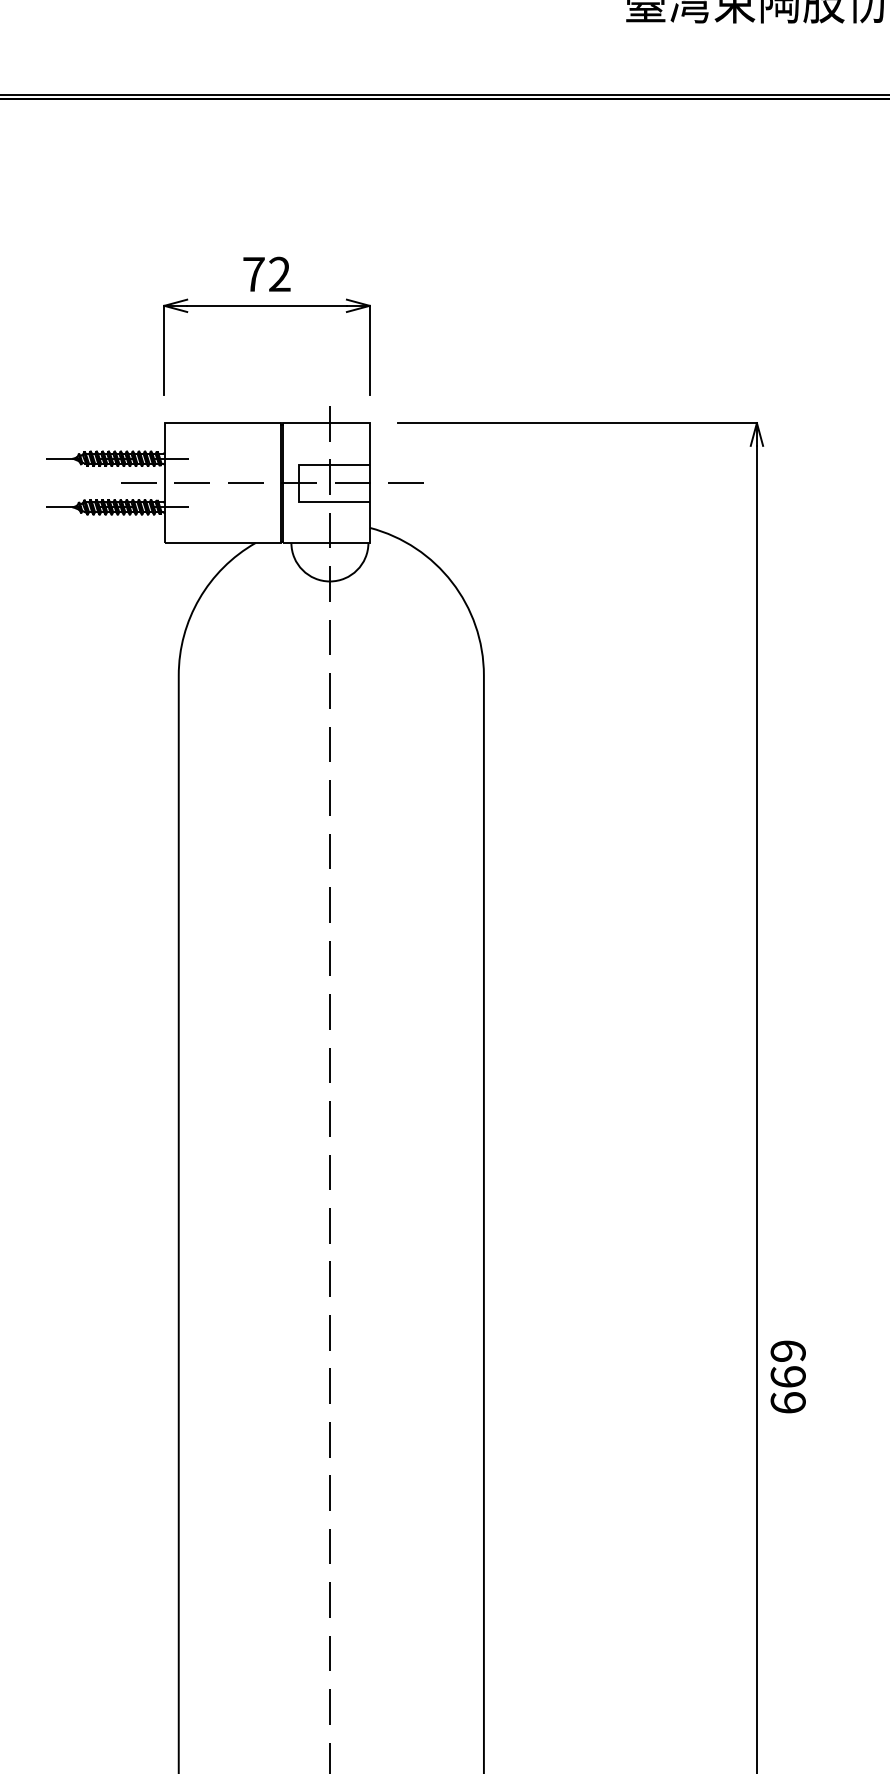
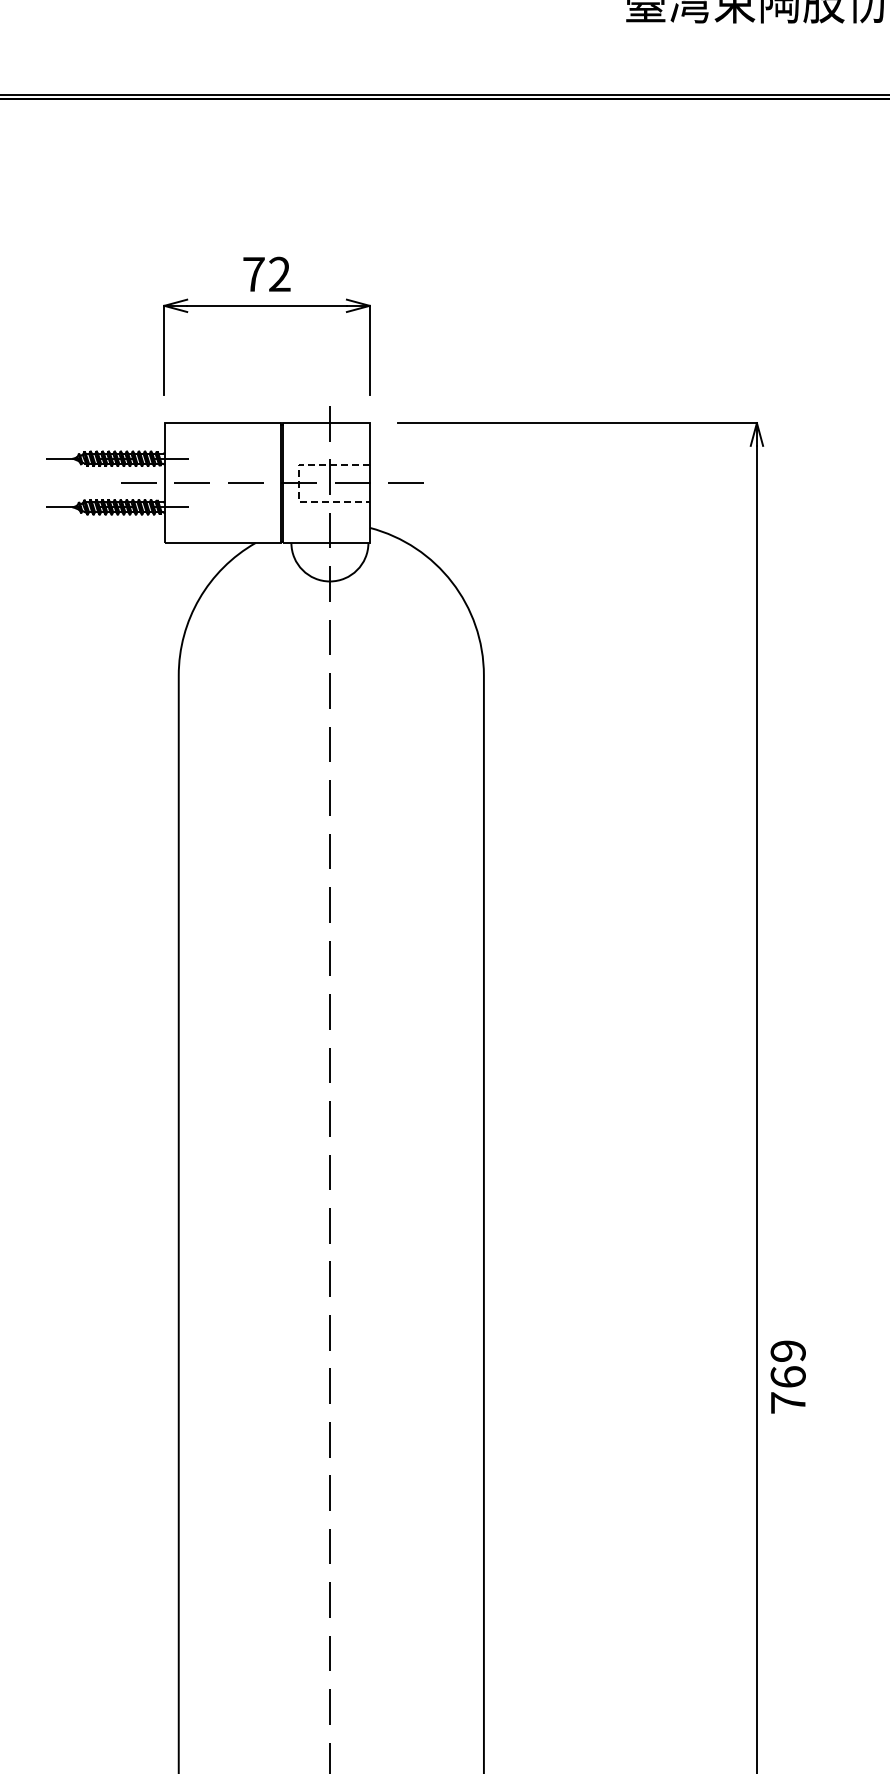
line at (298, 483): solid -> dashed
text at (787, 1402): 669 -> 769
